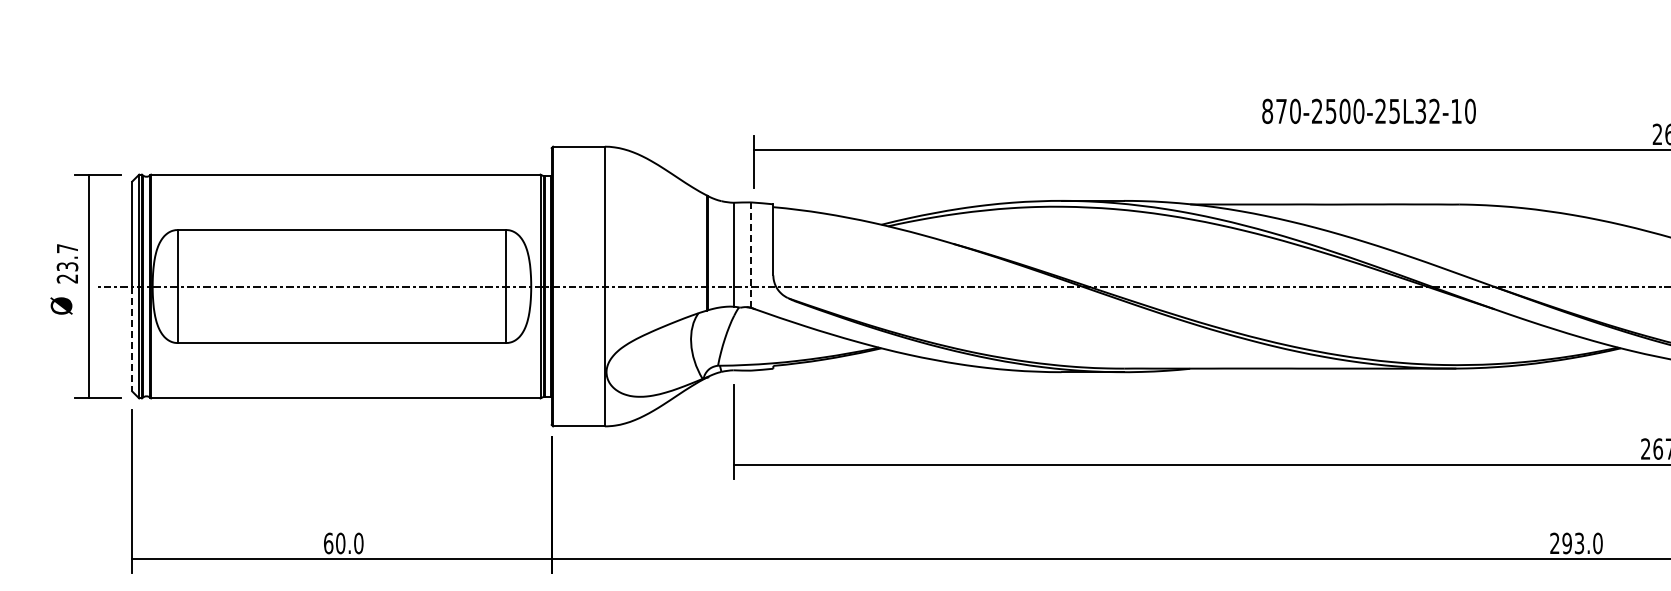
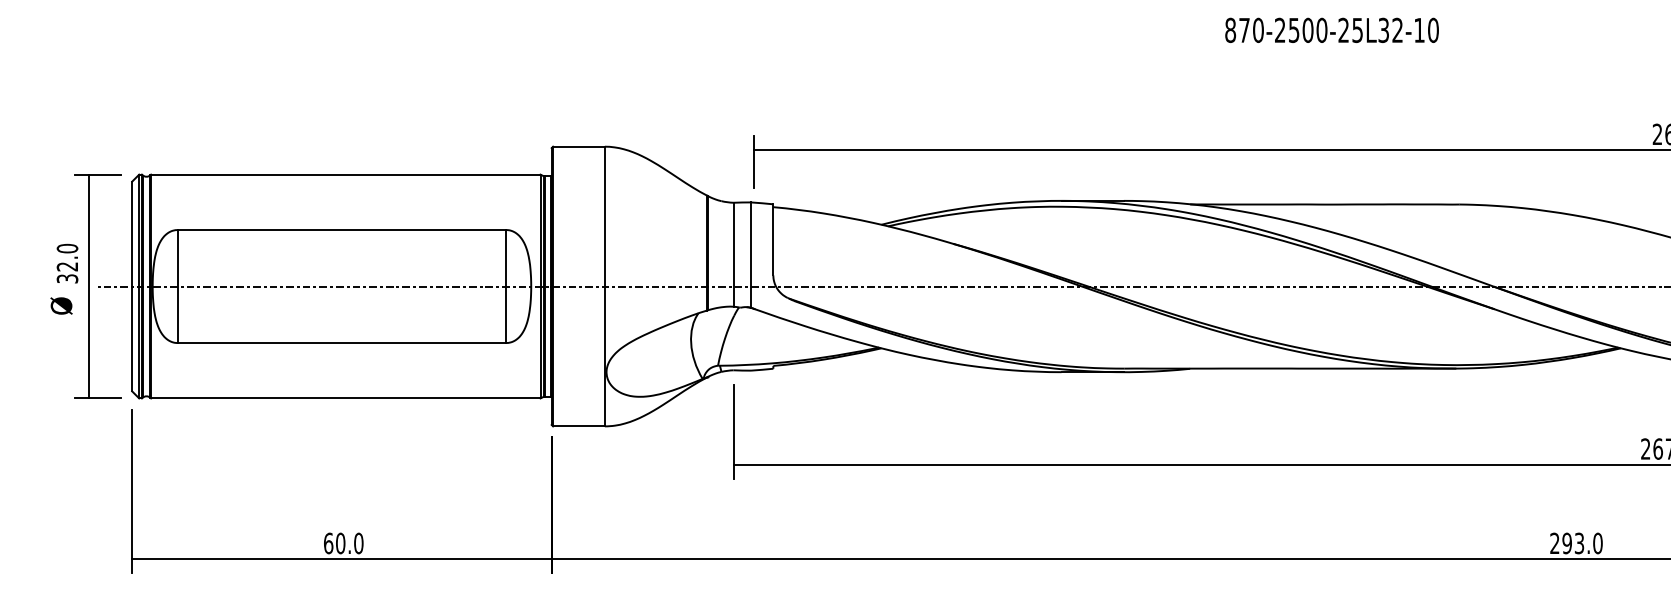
text at (1368, 110) position: (1368, 110) -> (1331, 29)
line at (750, 255): dashed -> solid
text at (67, 263): 23.7 -> 32.0
line at (132, 339): dashed -> solid
